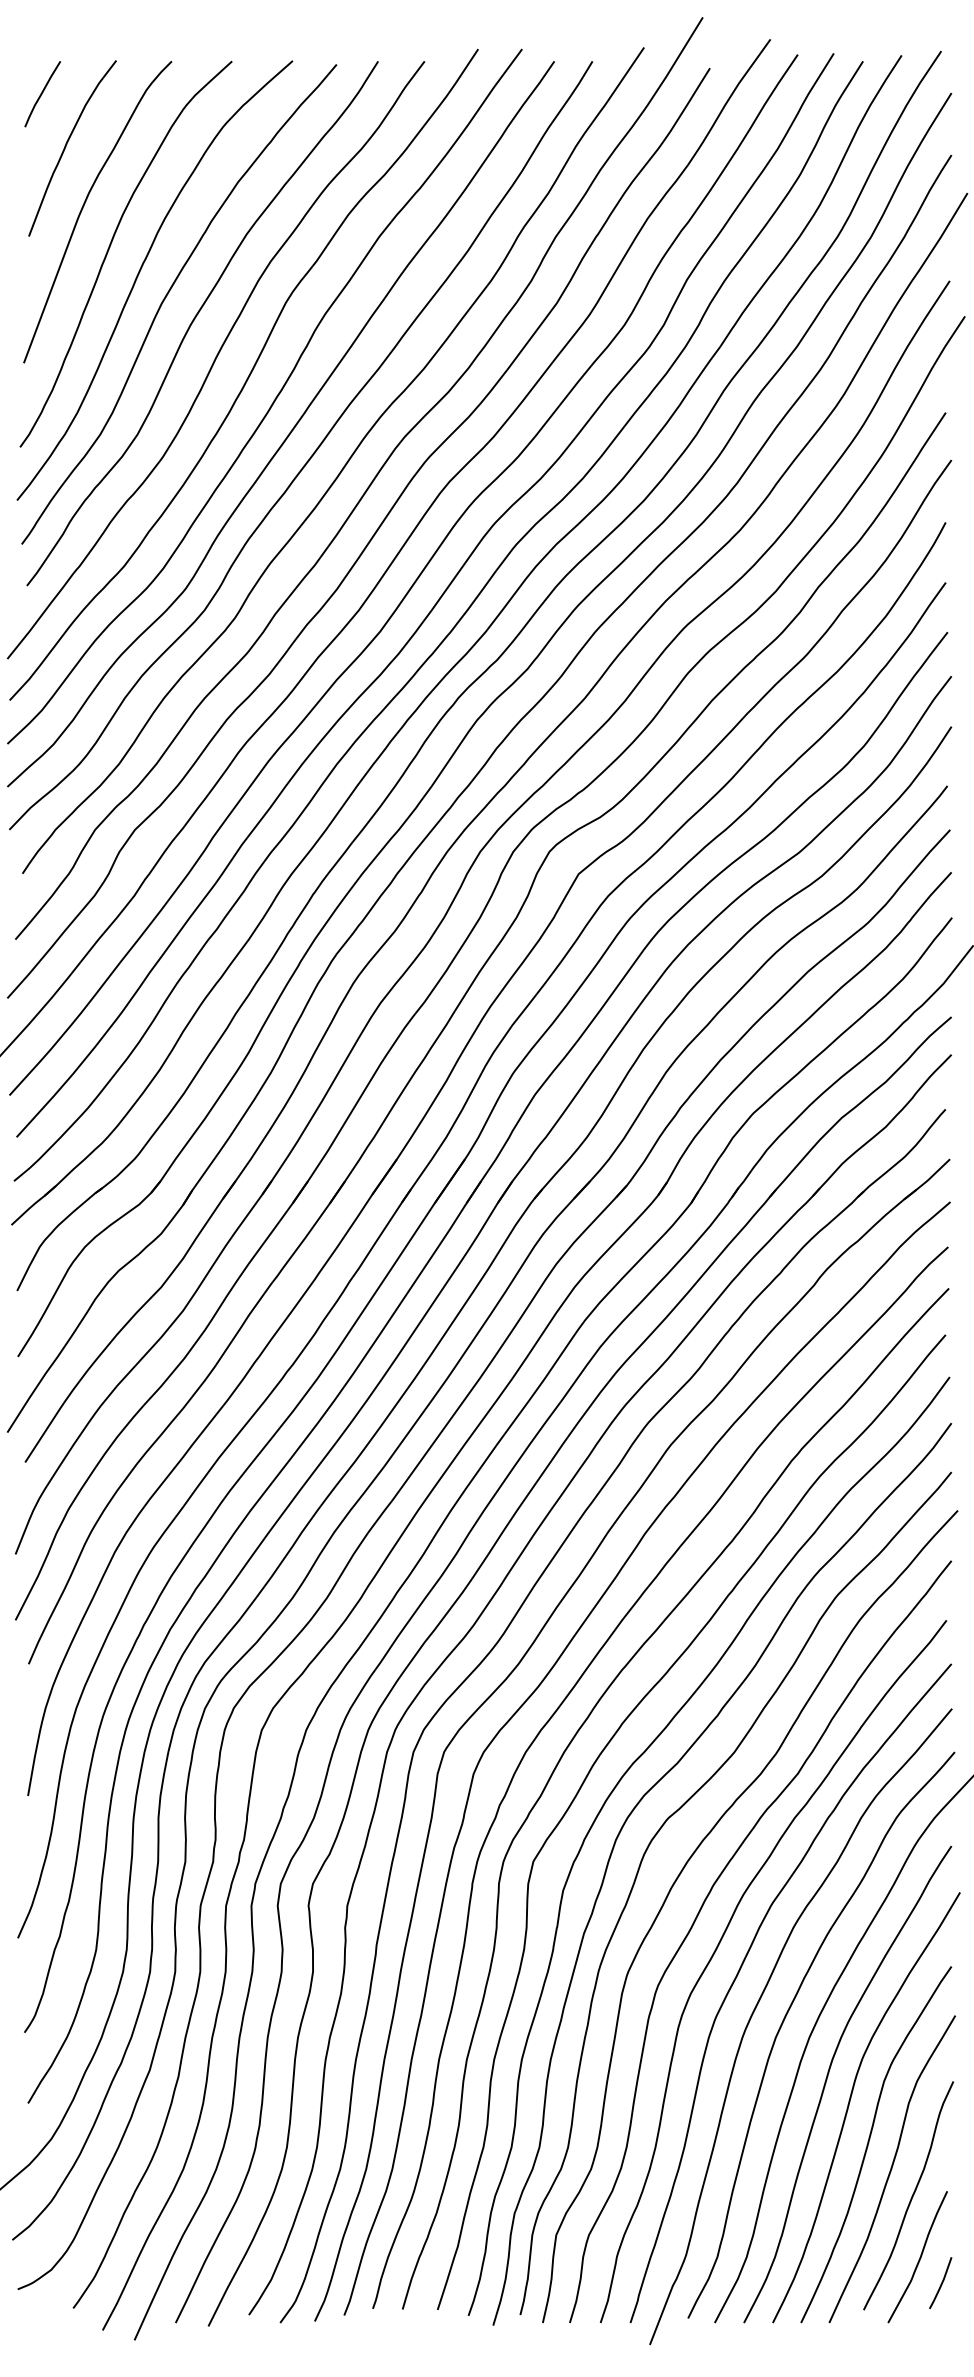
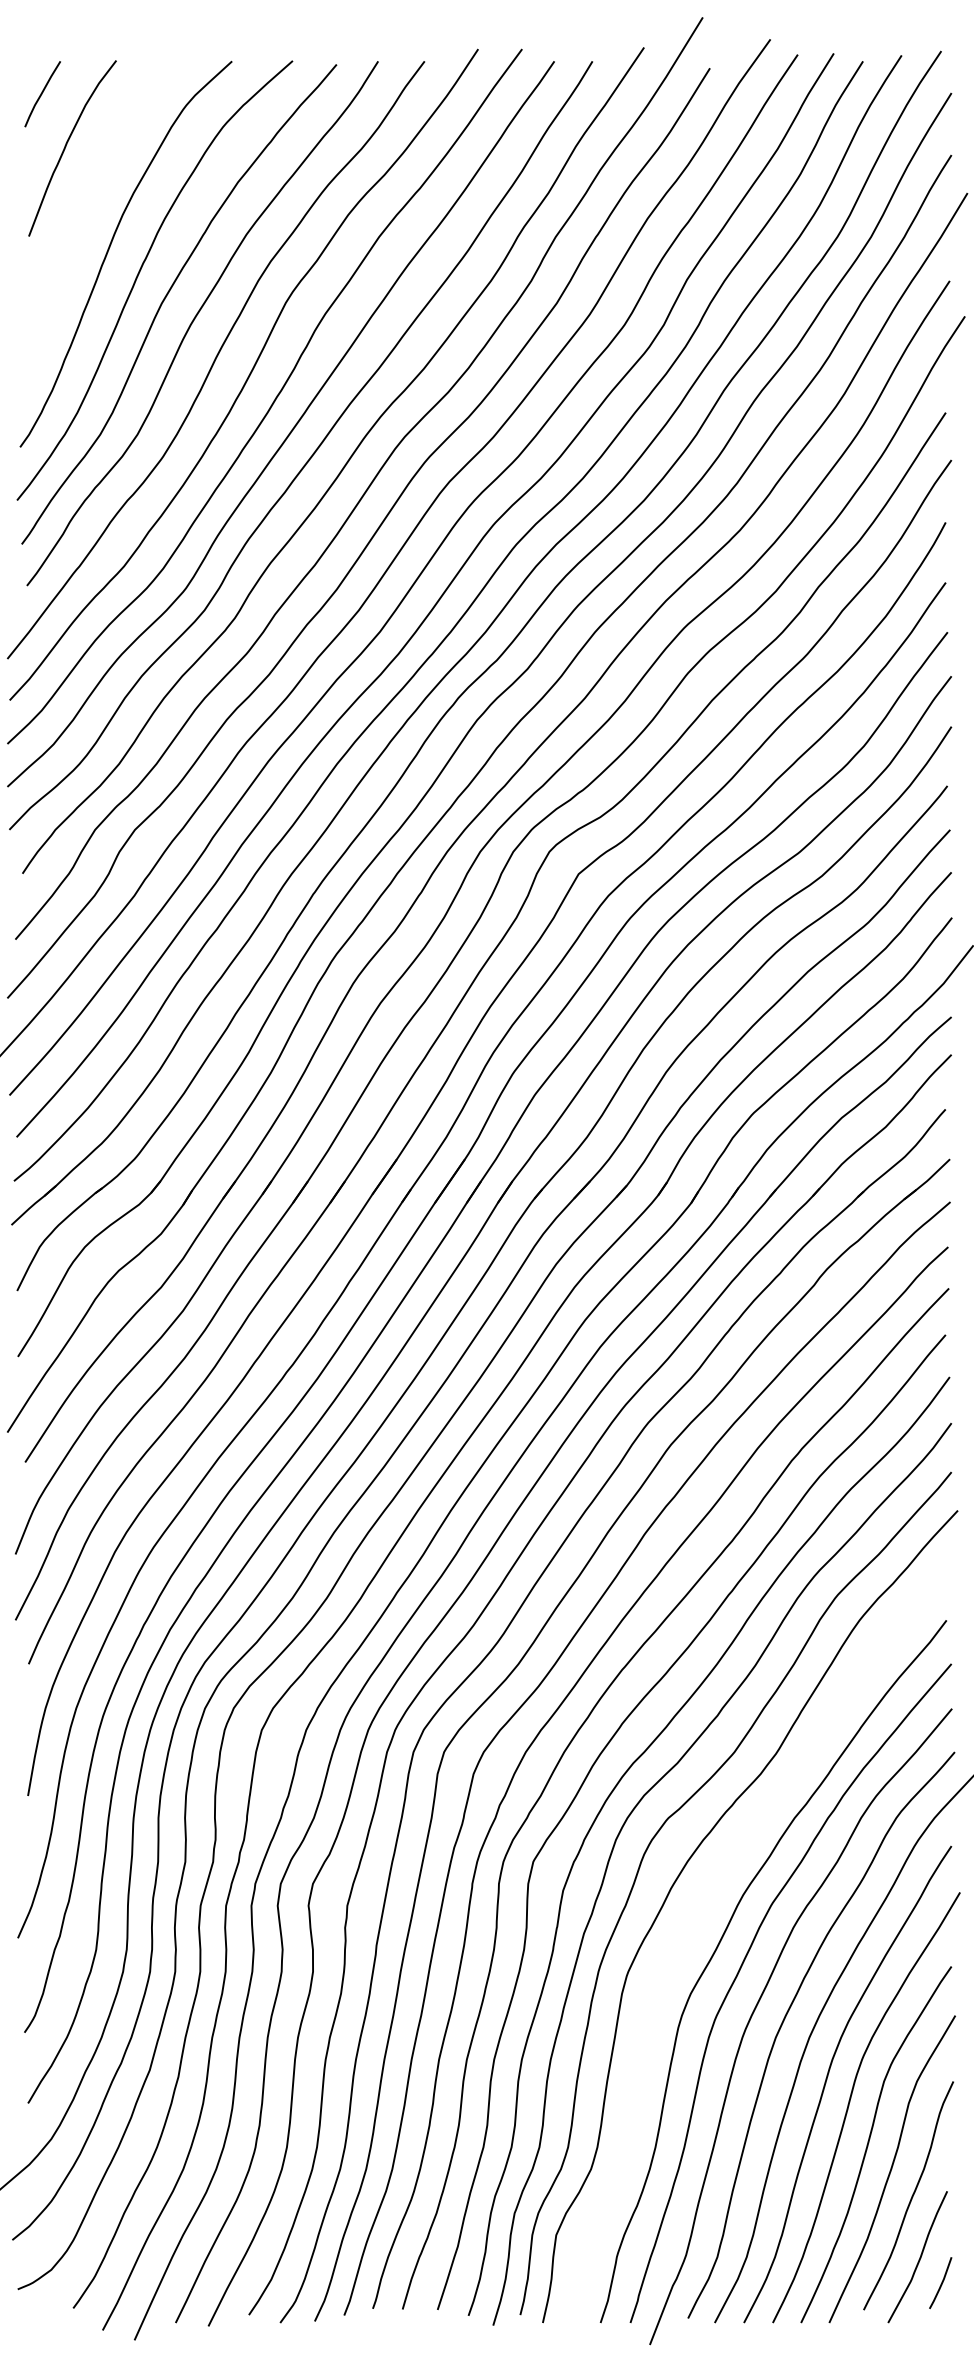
curve at (84, 206): present -> none
curve at (700, 1912): present -> none
